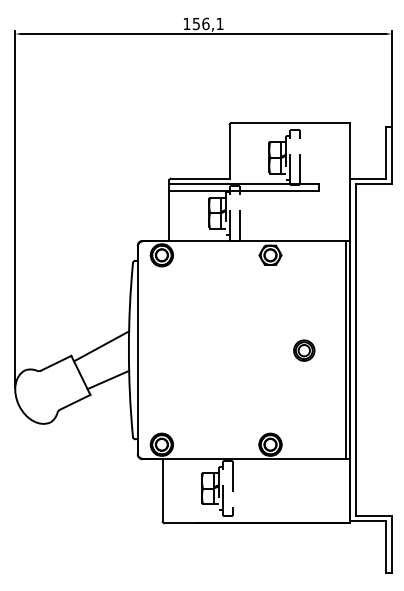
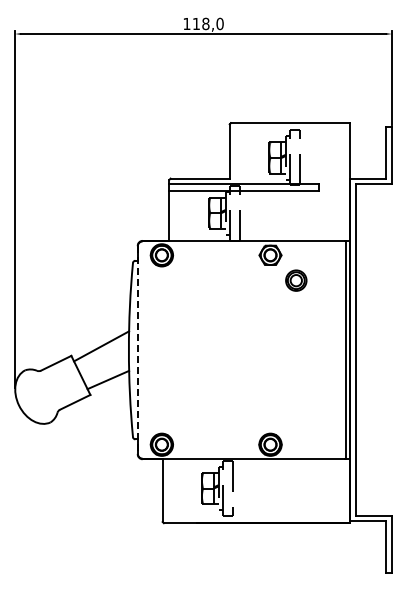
text at (207, 23): 156,1 -> 118,0
line at (137, 350): solid -> dashed
part at (304, 350) position: (304, 350) -> (296, 280)
